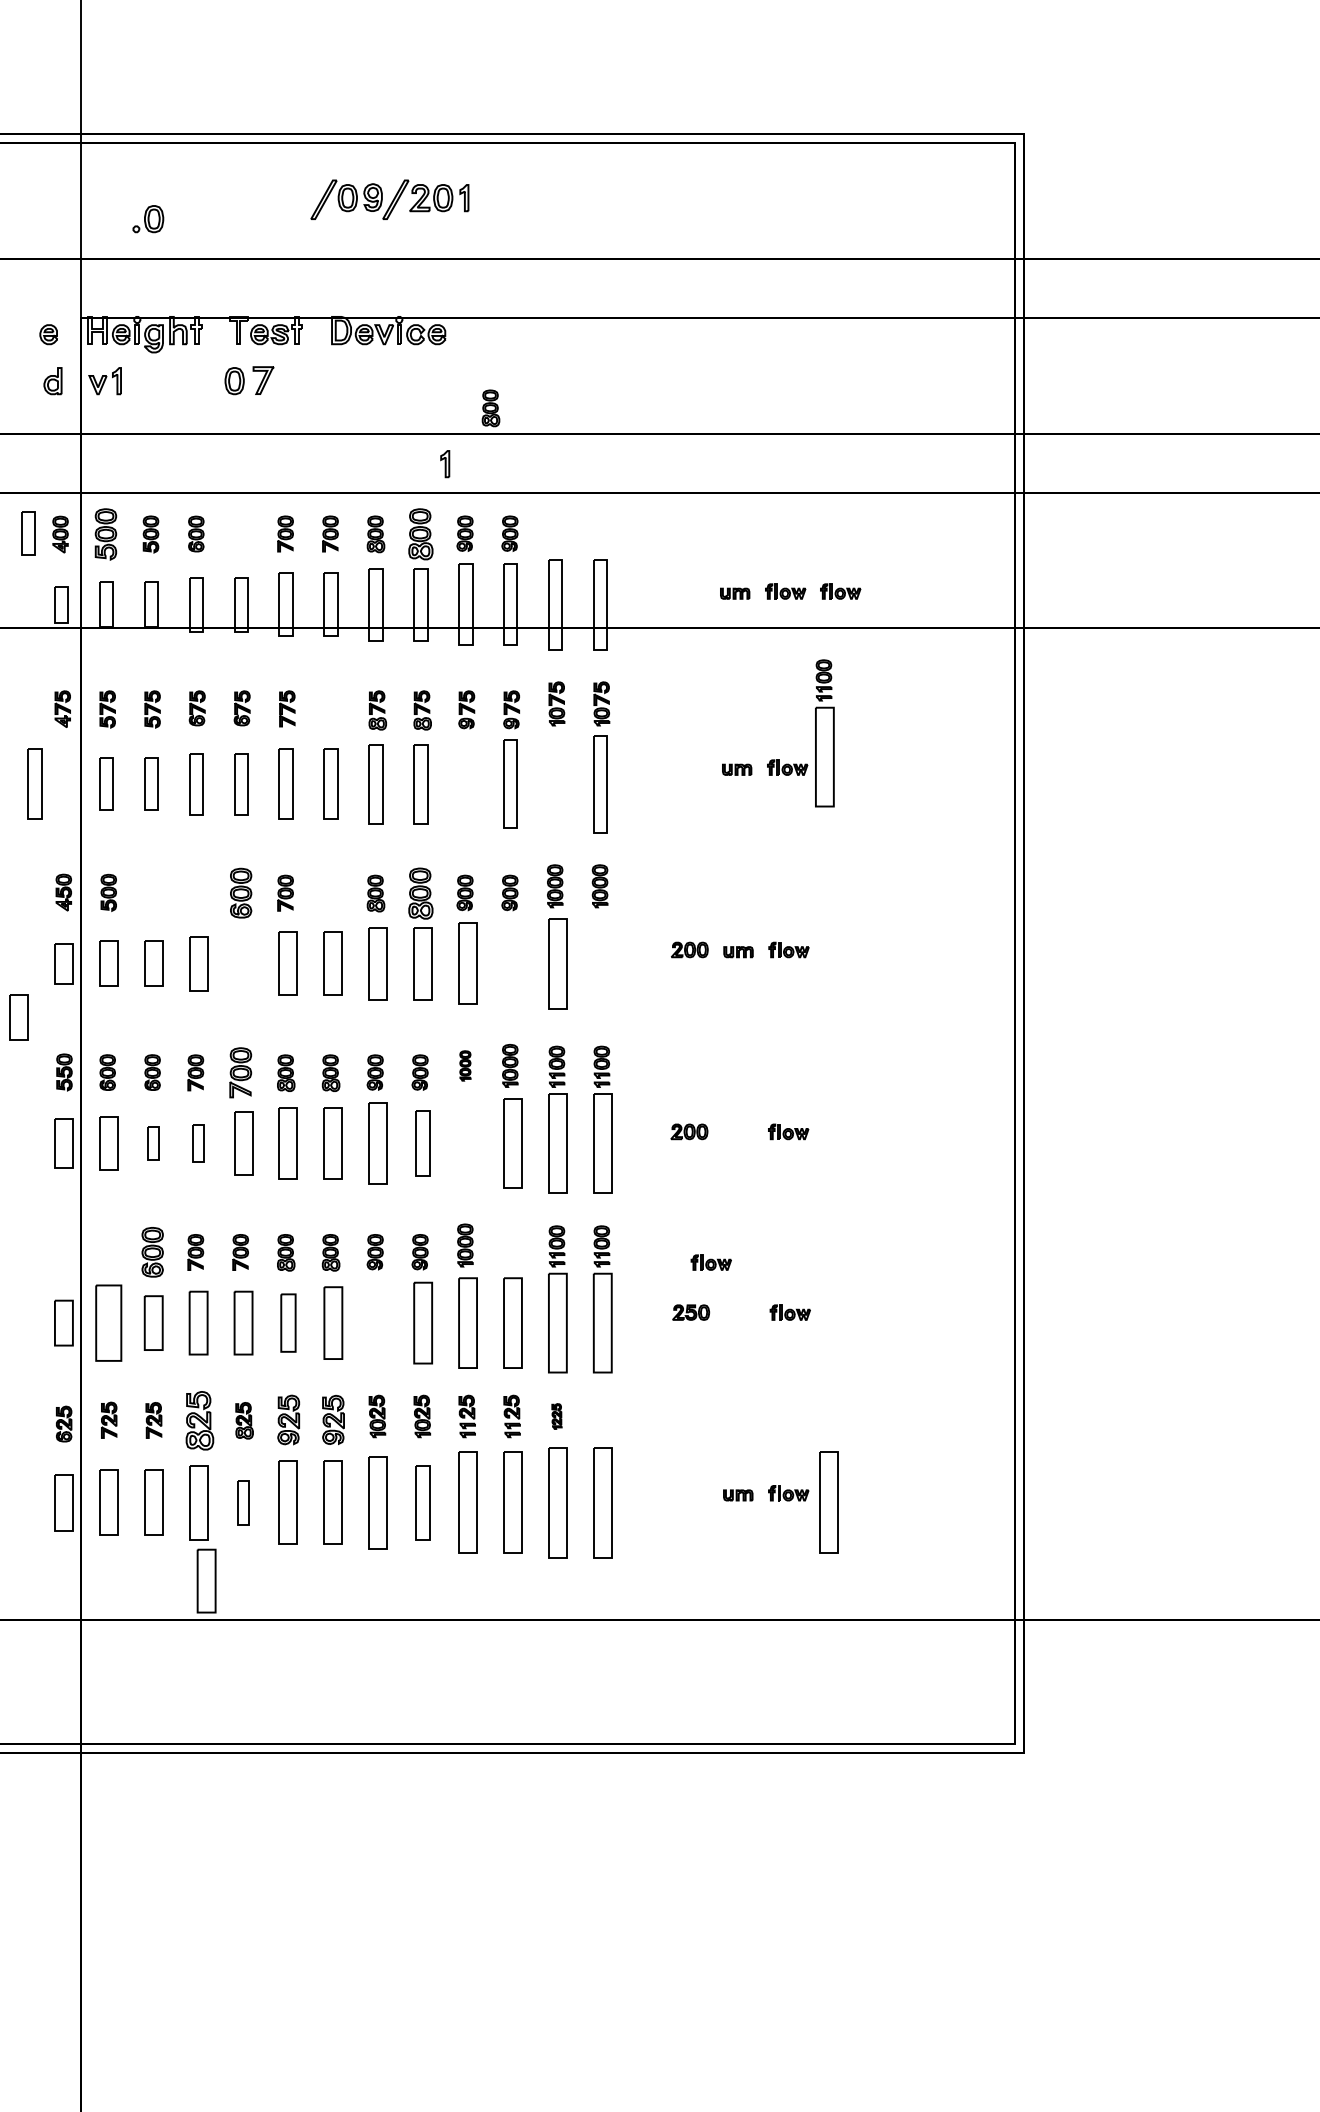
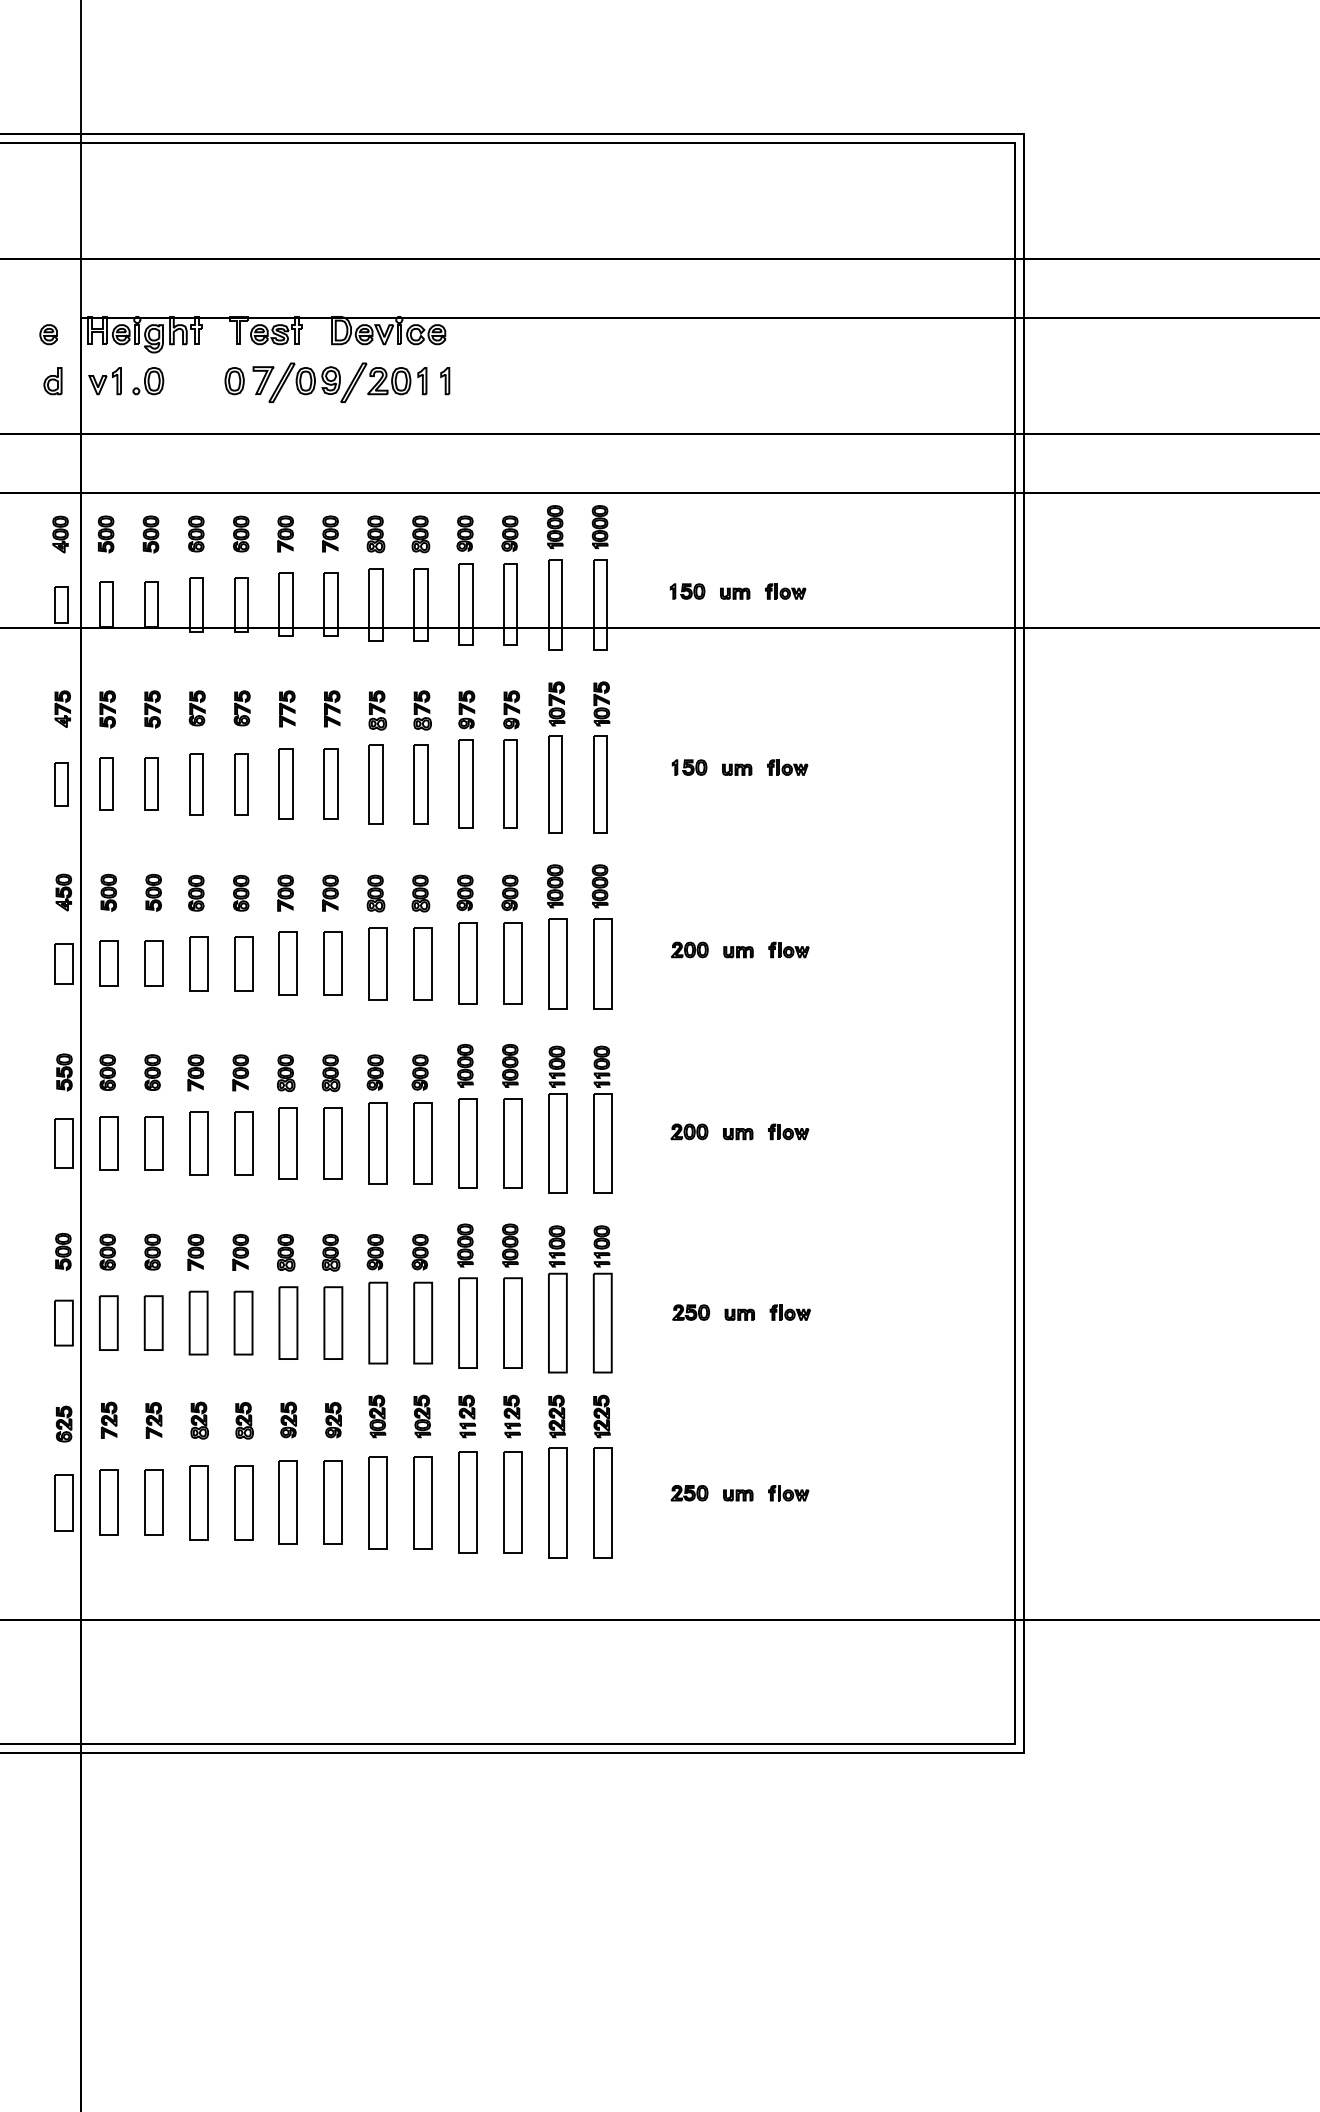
part at (389, 199) position: (389, 199) -> (347, 382)
part at (148, 219) position: (148, 219) -> (148, 381)
part at (490, 408): present -> none
part at (445, 464) position: (445, 464) -> (445, 381)
part at (555, 526): none -> present
part at (599, 526): none -> present
part at (28, 533) position: (28, 533) -> (61, 784)
part at (241, 533): none -> present
part at (105, 534) size: 24x53 px -> 17x39 px
part at (420, 534) size: 26x53 px -> 20x39 px
part at (687, 591): none -> present
part at (840, 591): present -> none
part at (332, 708): none -> present
part at (824, 733): present -> none
part at (689, 767): none -> present
part at (34, 783): present -> none
part at (465, 783): none -> present
part at (555, 784): none -> present
part at (153, 892): none -> present
part at (241, 892) size: 23x52 px -> 17x37 px
part at (330, 892): none -> present
part at (196, 893): none -> present
part at (420, 893) size: 26x53 px -> 20x39 px
part at (243, 963): none -> present
part at (512, 963): none -> present
part at (602, 963): none -> present
part at (18, 1017): present -> none
part at (465, 1065) size: 13x32 px -> 17x44 px
part at (240, 1072) size: 24x52 px -> 17x38 px
part at (738, 1134): none -> present
part at (153, 1143) size: 13x35 px -> 20x55 px
part at (198, 1143) size: 13x39 px -> 20x65 px
part at (422, 1143) size: 16x67 px -> 20x83 px
part at (467, 1143): none -> present
part at (510, 1245): none -> present
part at (63, 1251): none -> present
part at (107, 1251): none -> present
part at (152, 1252) size: 23x51 px -> 17x38 px
part at (710, 1262): present -> none
part at (739, 1314): none -> present
part at (108, 1322) size: 28x78 px -> 20x56 px
part at (288, 1322) size: 17x60 px -> 21x74 px
part at (378, 1322): none -> present
part at (556, 1416) size: 12x27 px -> 18x45 px
part at (601, 1416): none -> present
part at (288, 1419) size: 24x52 px -> 17x38 px
part at (199, 1420) size: 30x60 px -> 19x39 px
part at (333, 1420) size: 23x51 px -> 17x37 px
part at (689, 1493): none -> present
part at (243, 1502) size: 13x46 px -> 20x76 px
part at (422, 1502) size: 16x76 px -> 20x94 px
part at (828, 1502): present -> none
part at (206, 1580): present -> none
